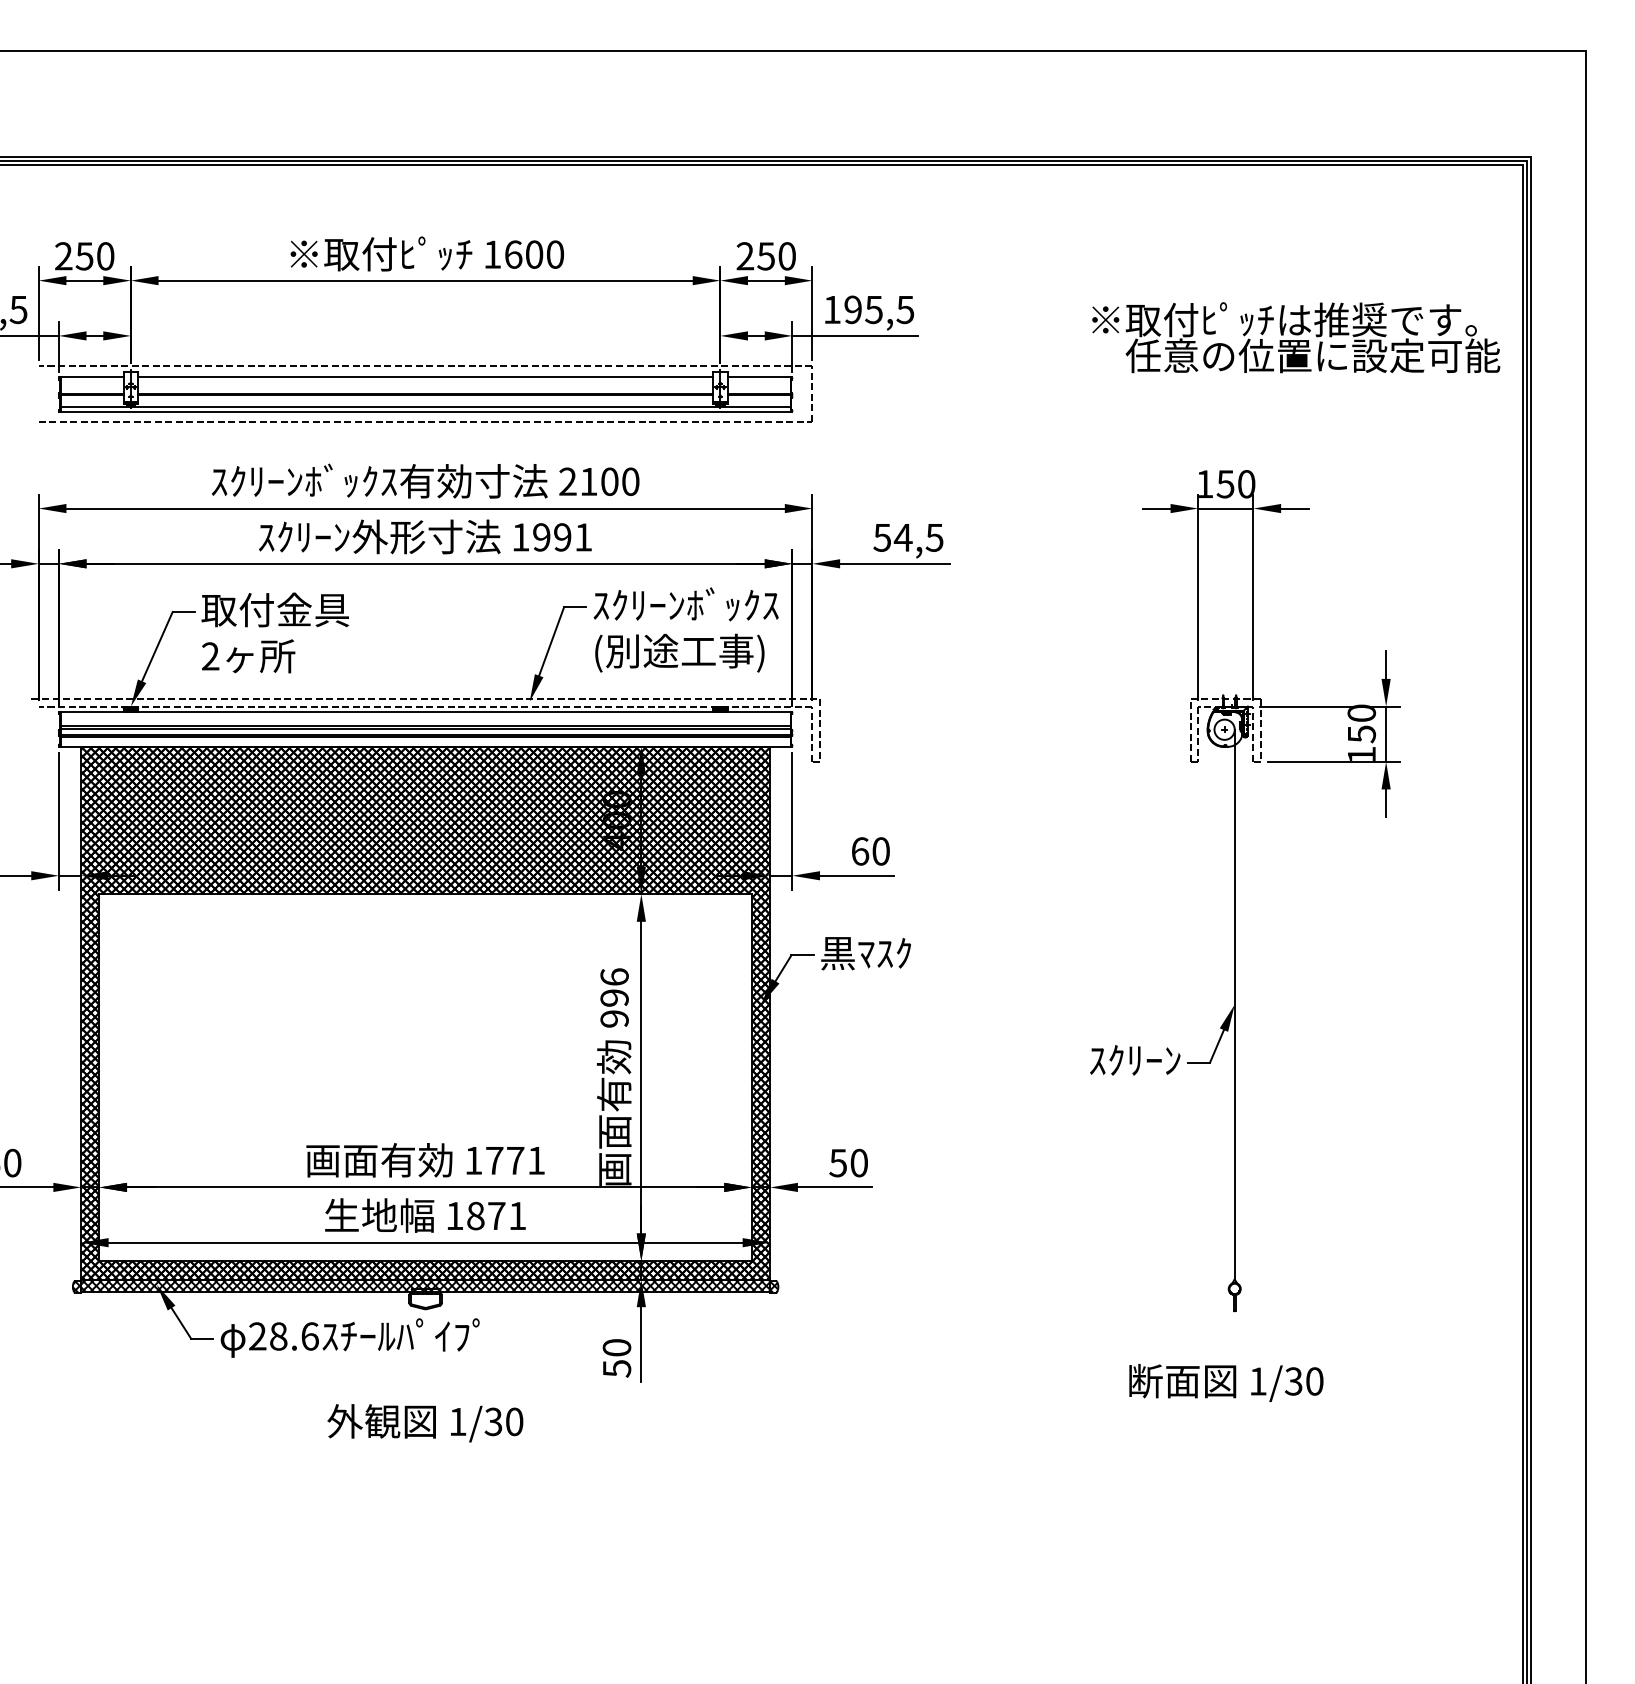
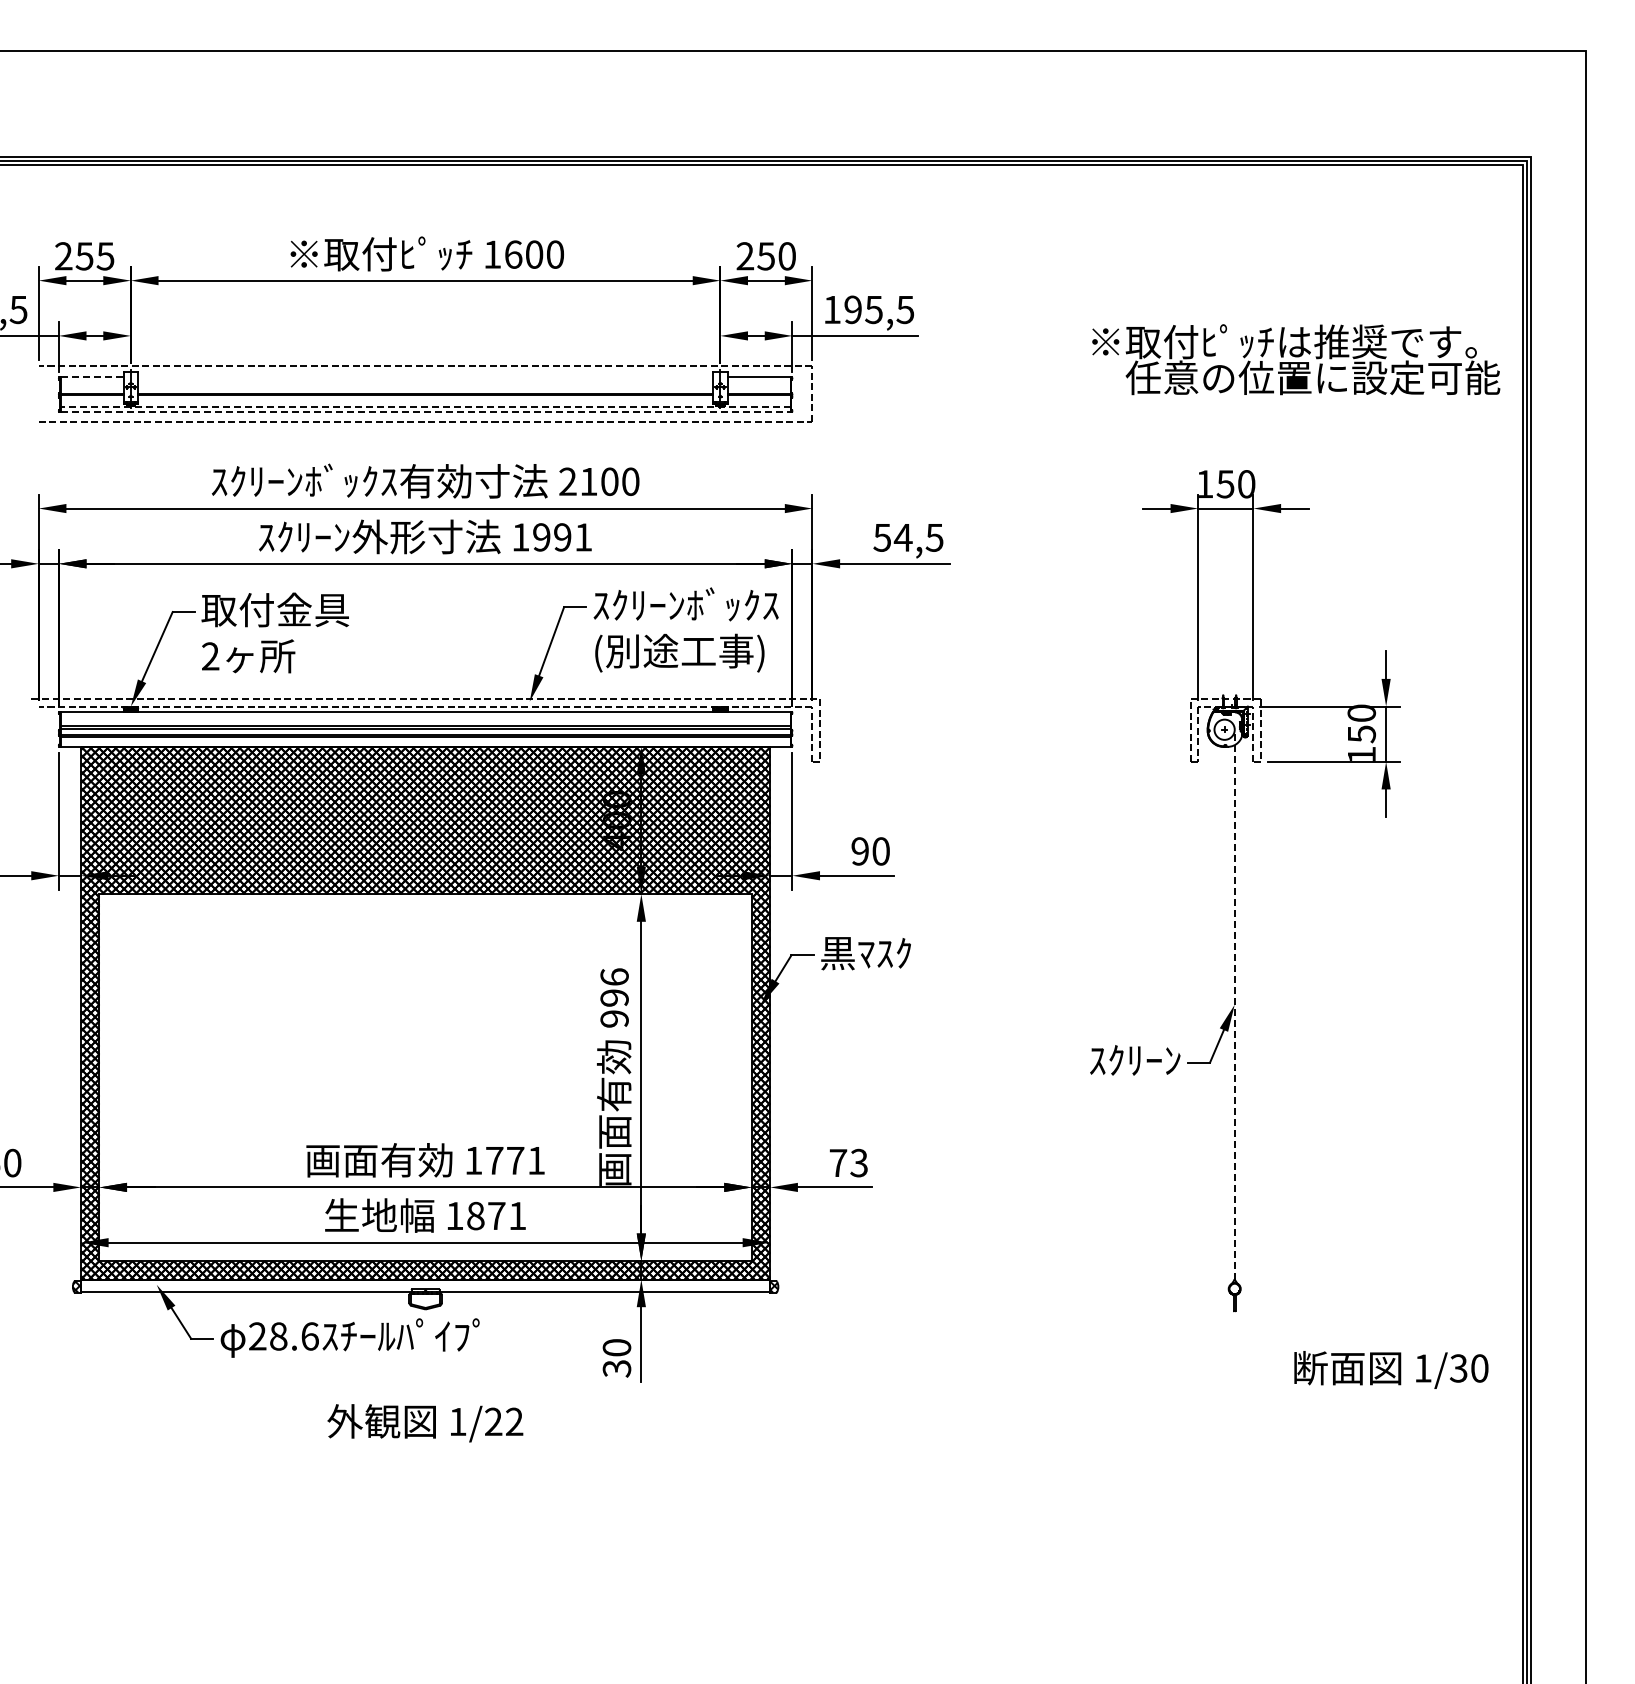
text at (105, 256): 250 -> 255
text at (1296, 337) position: (1296, 337) -> (1296, 359)
line at (92, 377): solid -> dashed
line at (425, 377): present -> none
line at (425, 406): solid -> dashed
line at (425, 412): solid -> dashed
text at (860, 851): 60 -> 90
line at (1234, 1004): solid -> dashed
text at (848, 1163): 50 -> 73
hatch at (425, 1285): present -> none
text at (616, 1368): 50 -> 30
text at (1226, 1382) position: (1226, 1382) -> (1391, 1369)
text at (503, 1421): 1/30 -> 1/22
